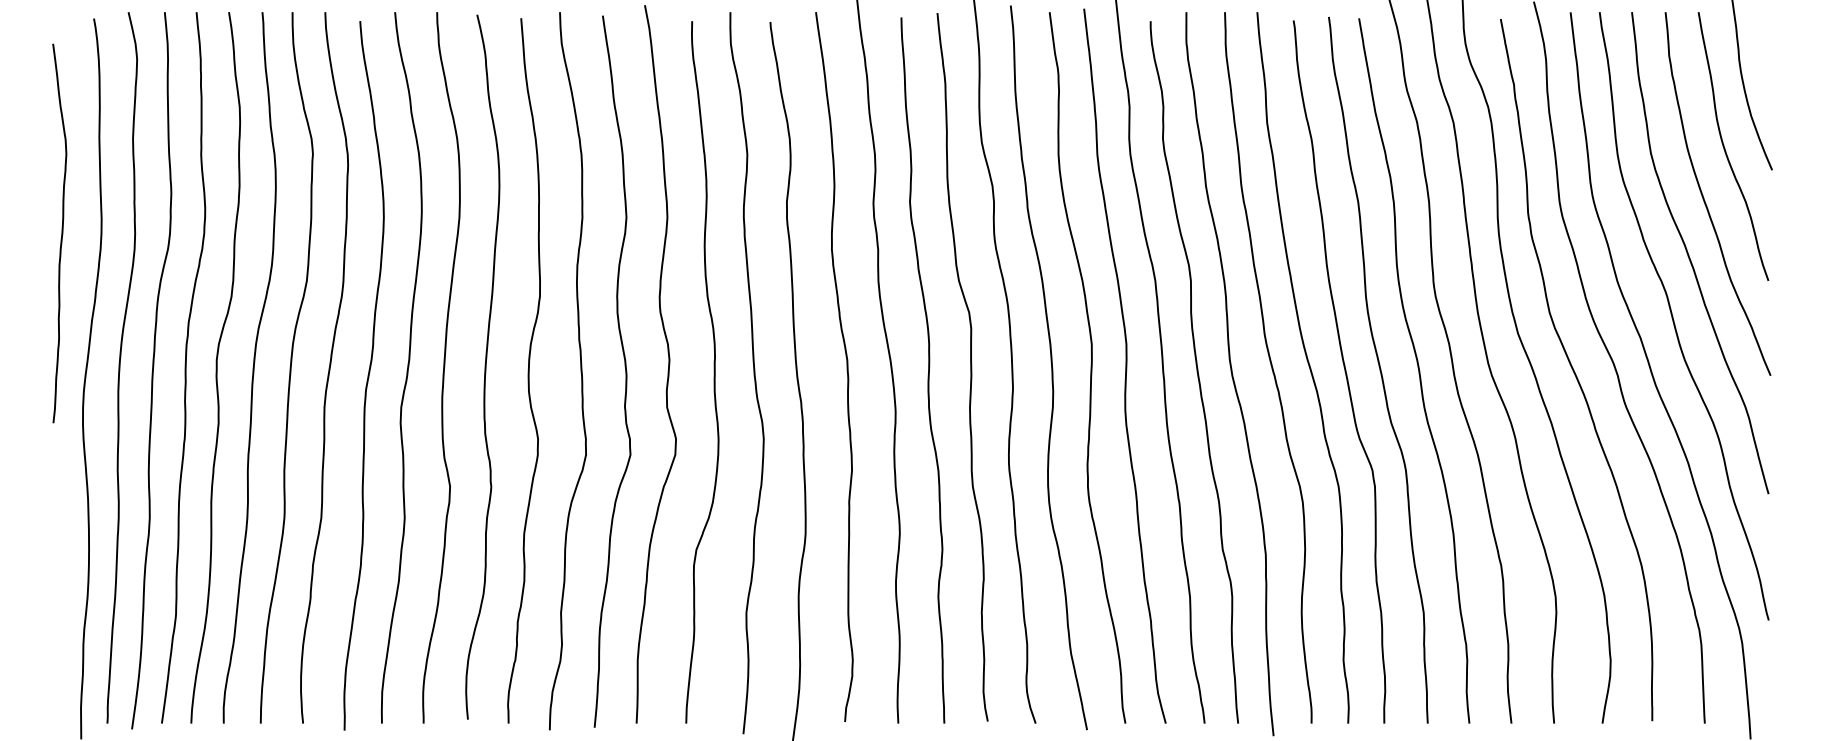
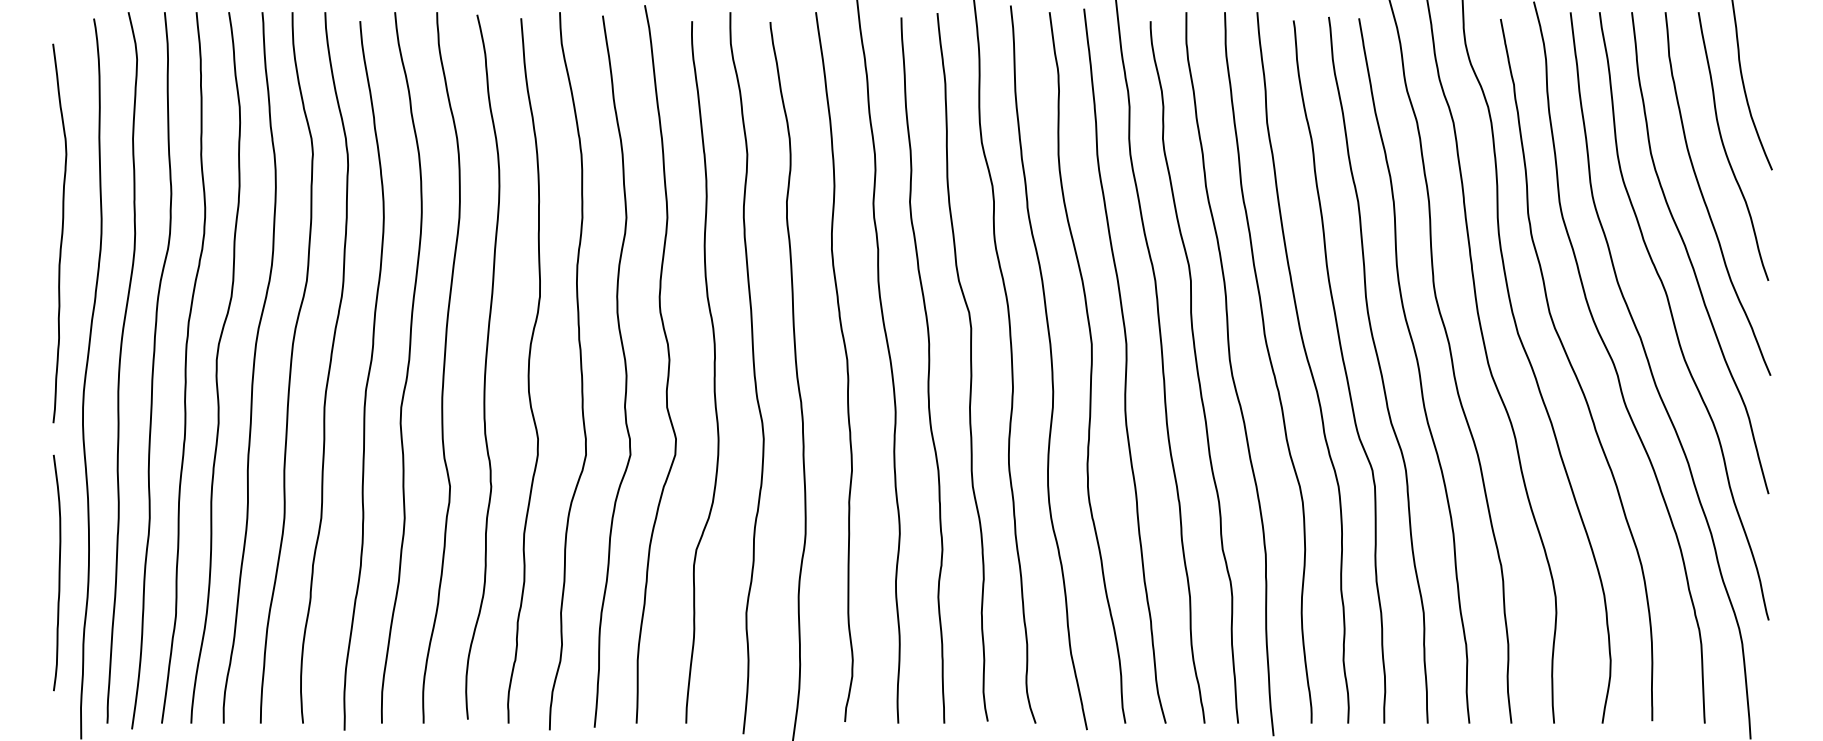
curve at (58, 572): none -> present
